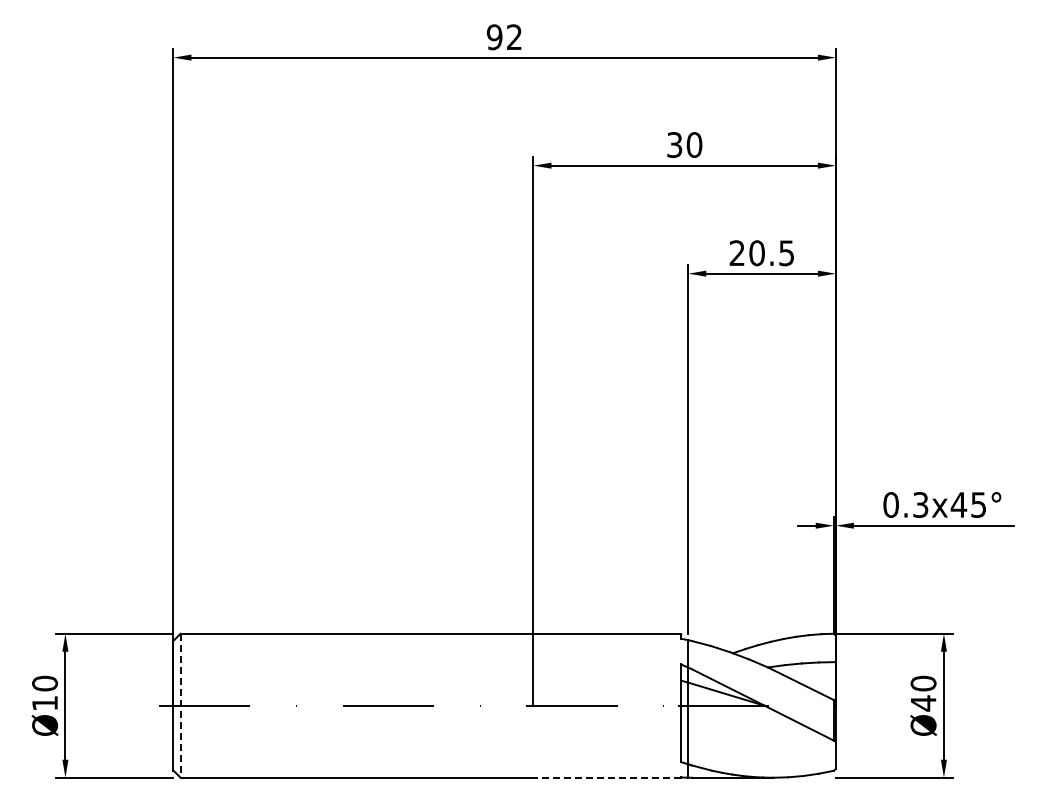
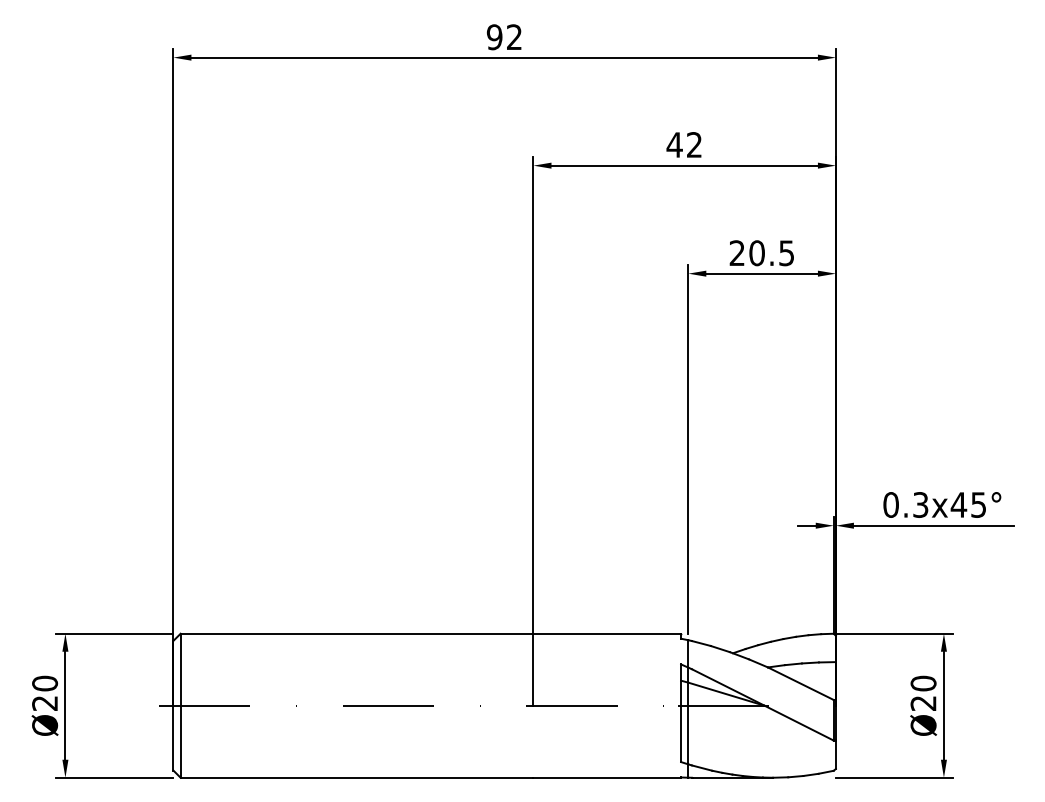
text at (684, 144): 30 -> 42
text at (44, 703): Ø10 -> Ø20
text at (923, 703): Ø40 -> Ø20
line at (180, 706): dashed -> solid
line at (607, 777): dashed -> solid
